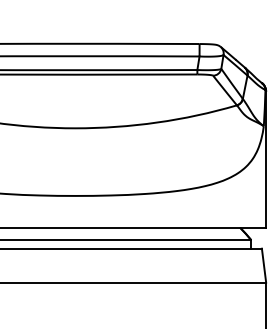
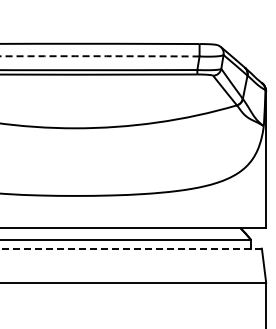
arc at (99, 56): solid -> dashed
line at (130, 248): solid -> dashed
